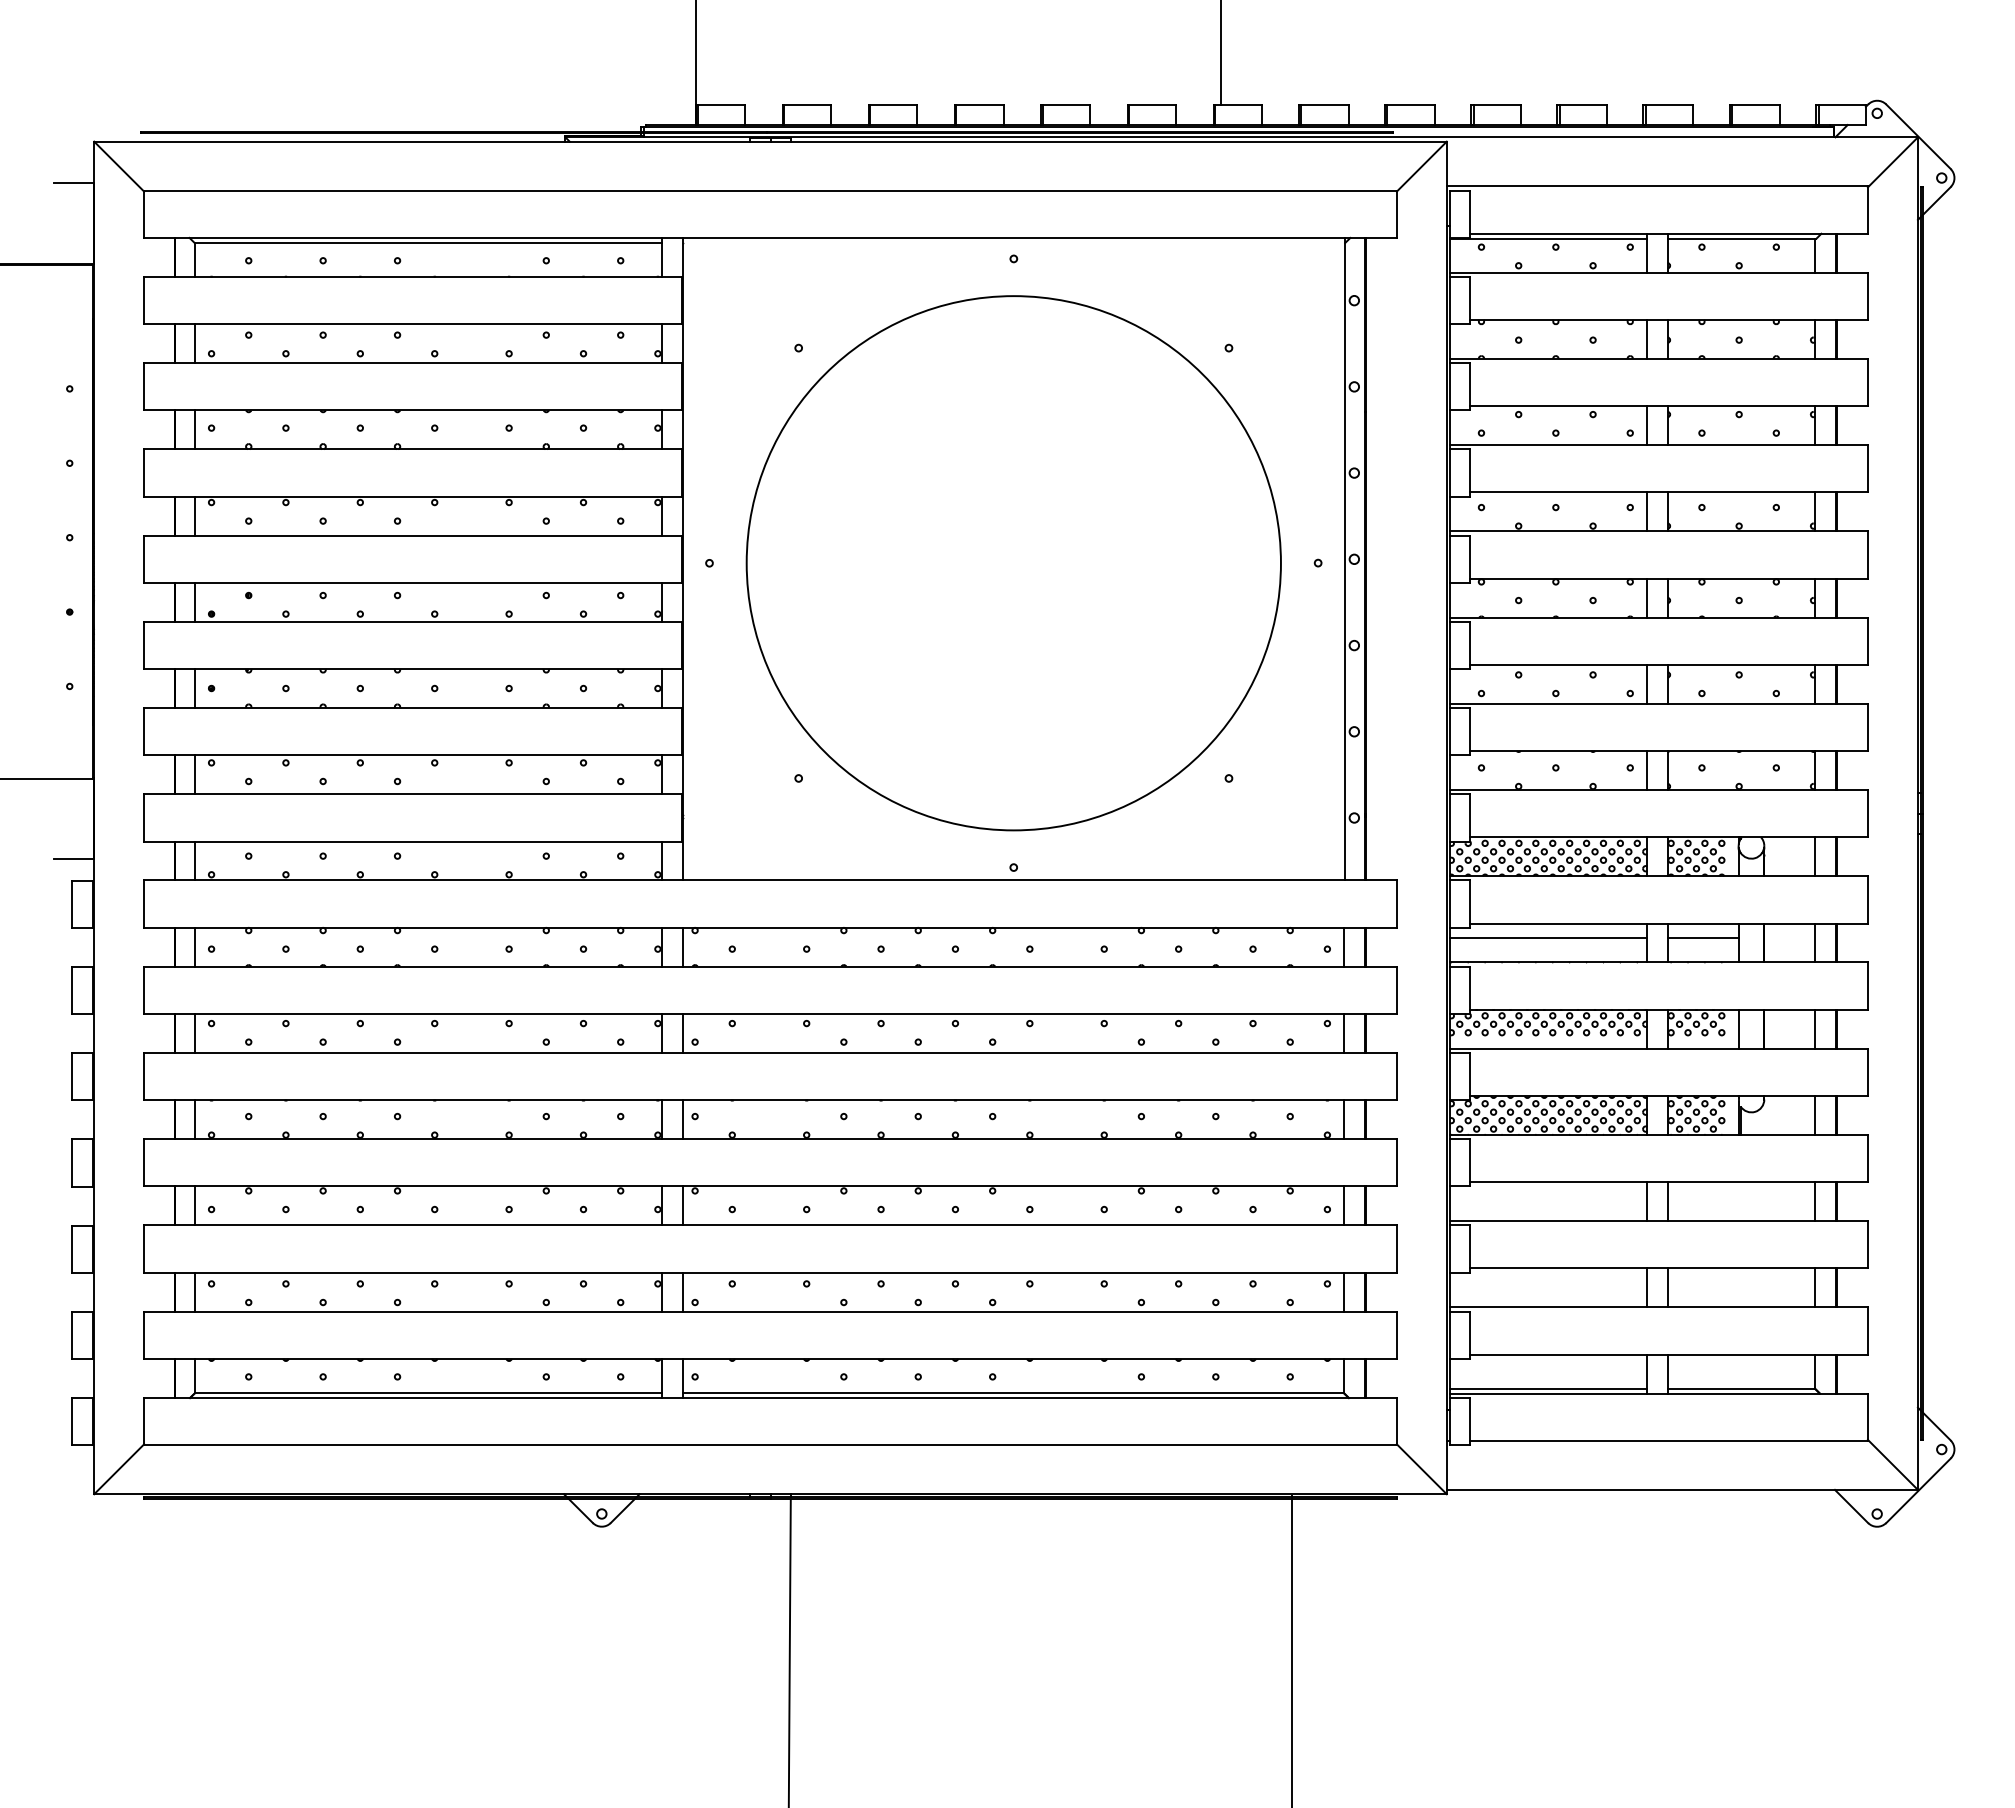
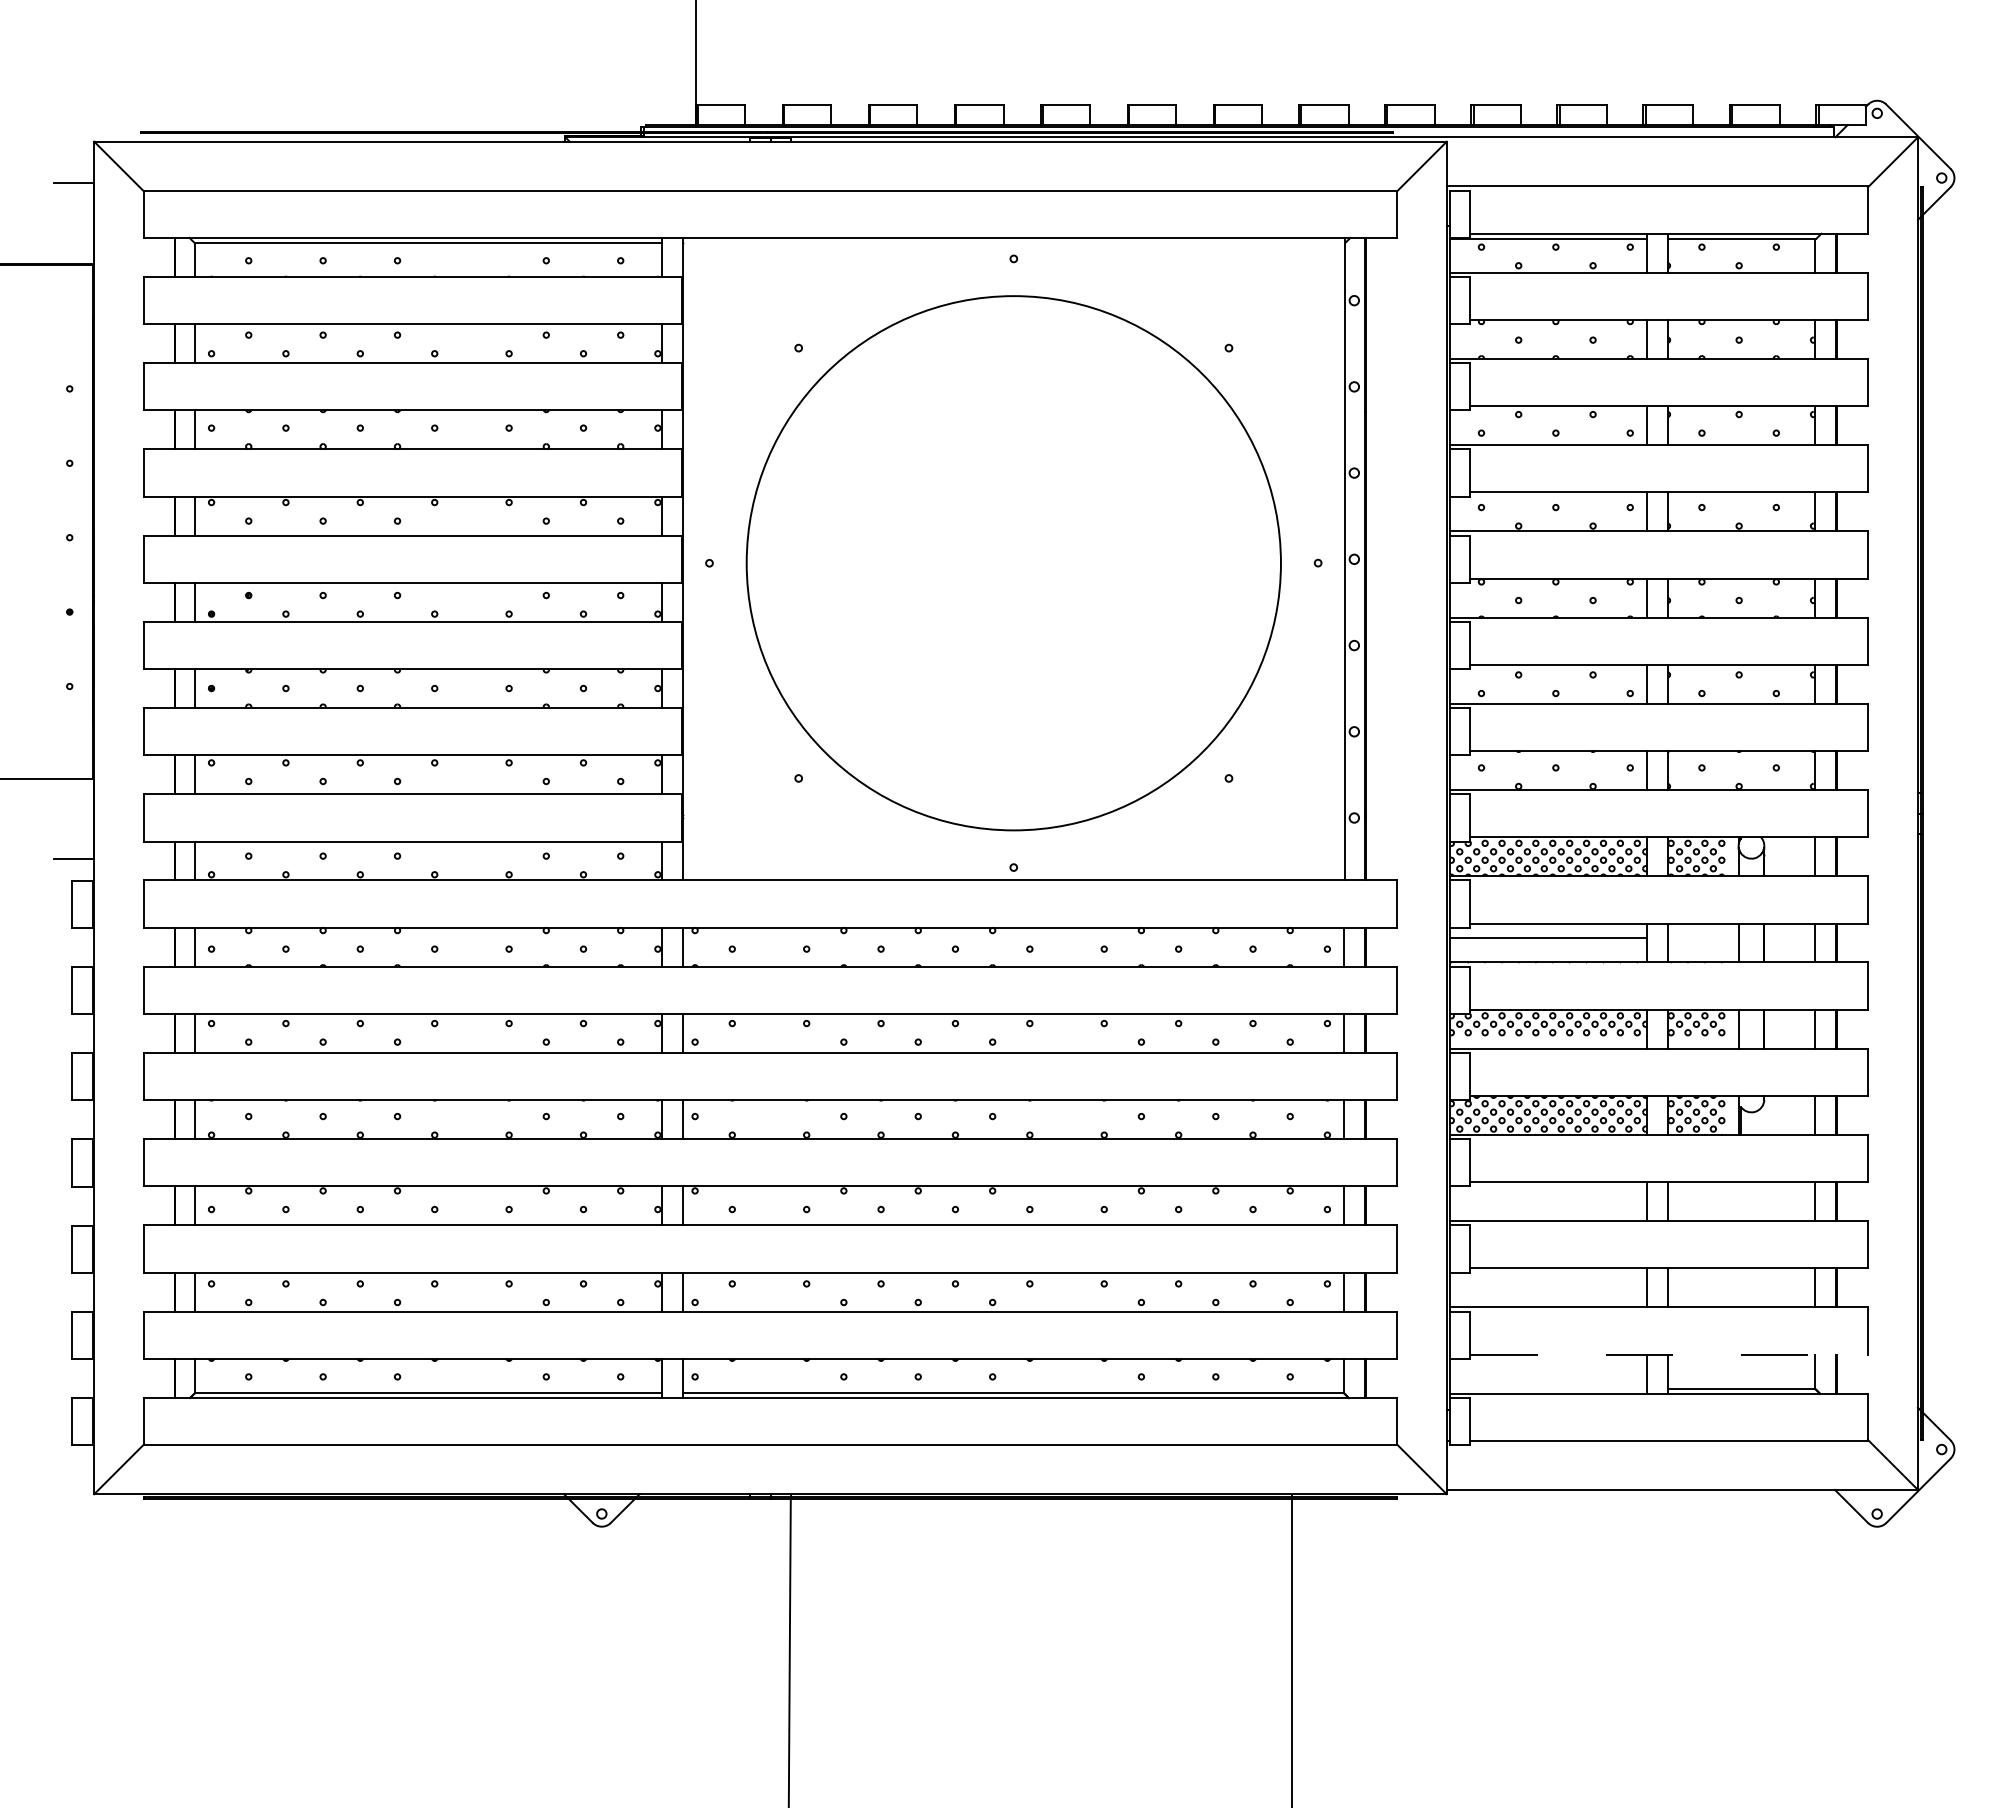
line at (1220, 53): present -> none
line at (1702, 938): present -> none
line at (1669, 1354): solid -> dashed
line at (1548, 1388): present -> none
